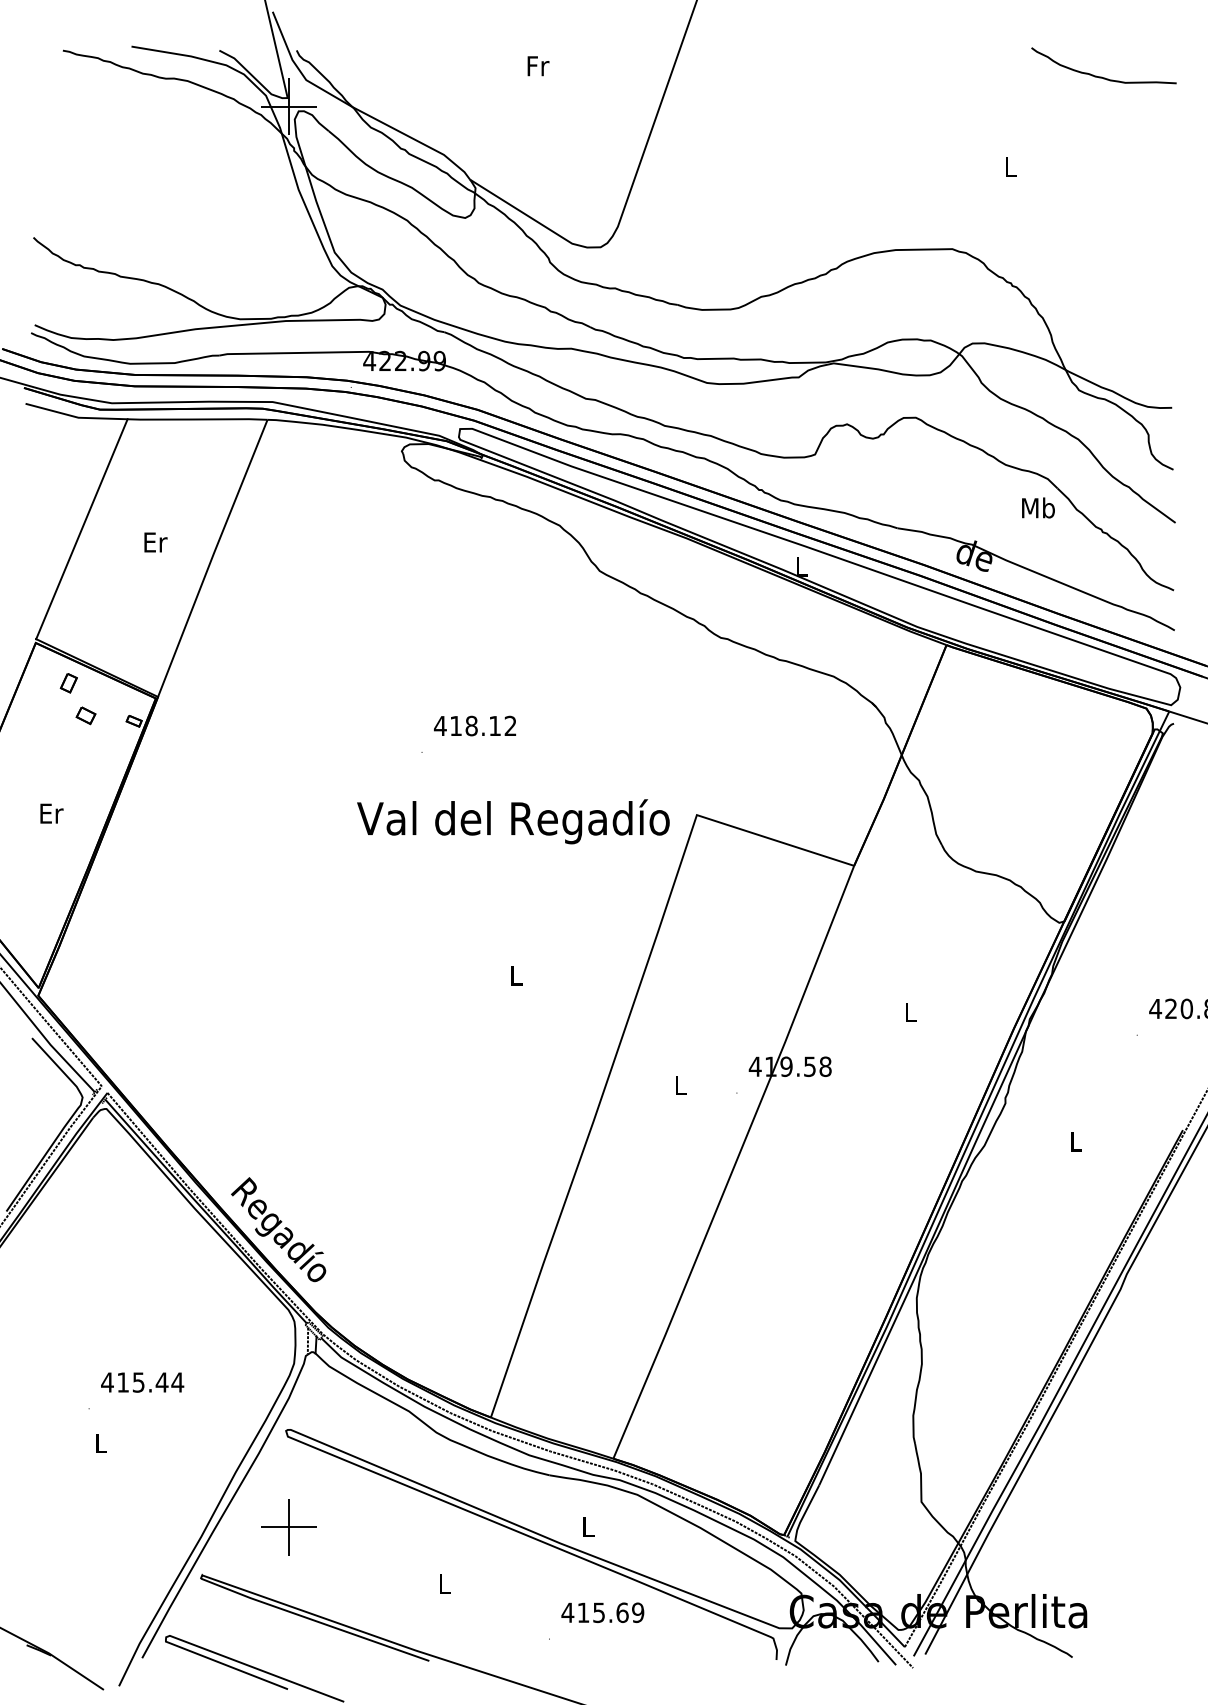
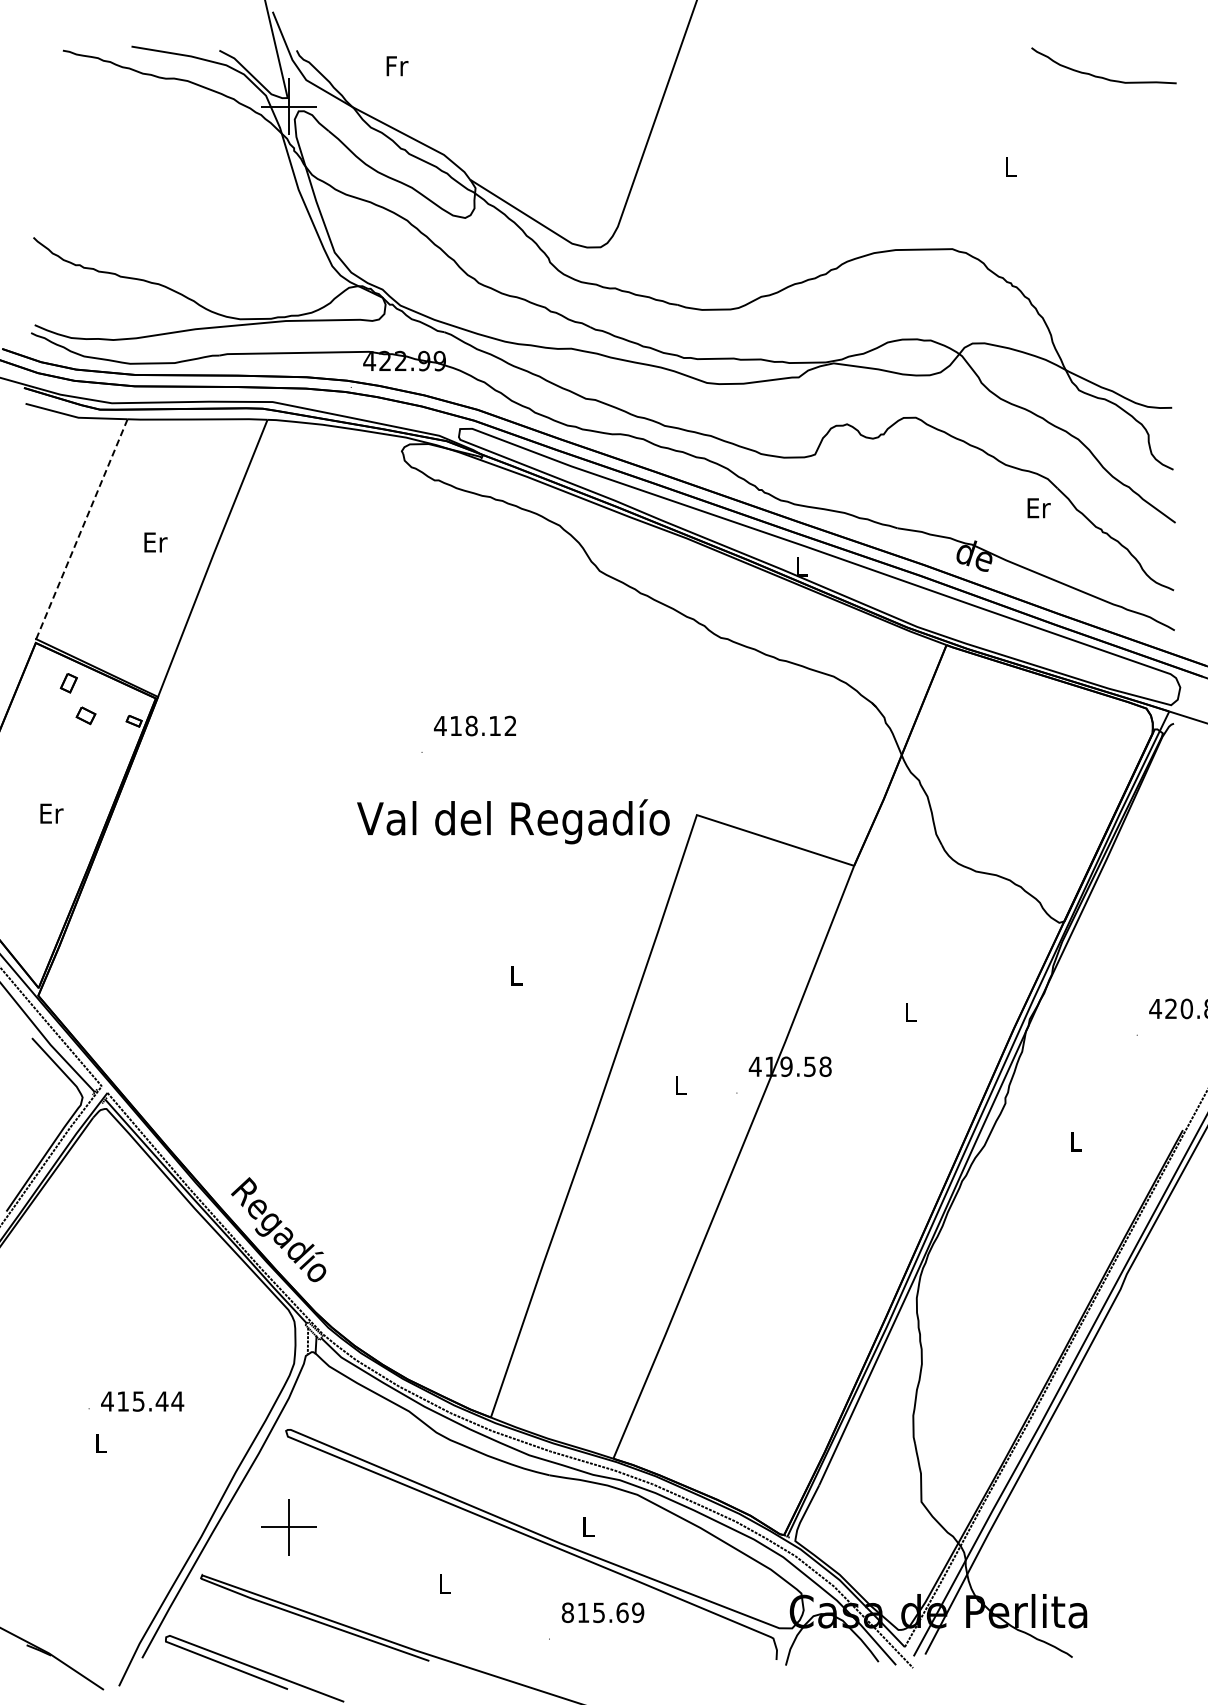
text at (538, 66) position: (538, 66) -> (397, 66)
text at (1038, 507): Mb -> Er
line at (82, 528): solid -> dashed
text at (142, 1382) position: (142, 1382) -> (142, 1401)
text at (567, 1612): 415.69 -> 815.69
